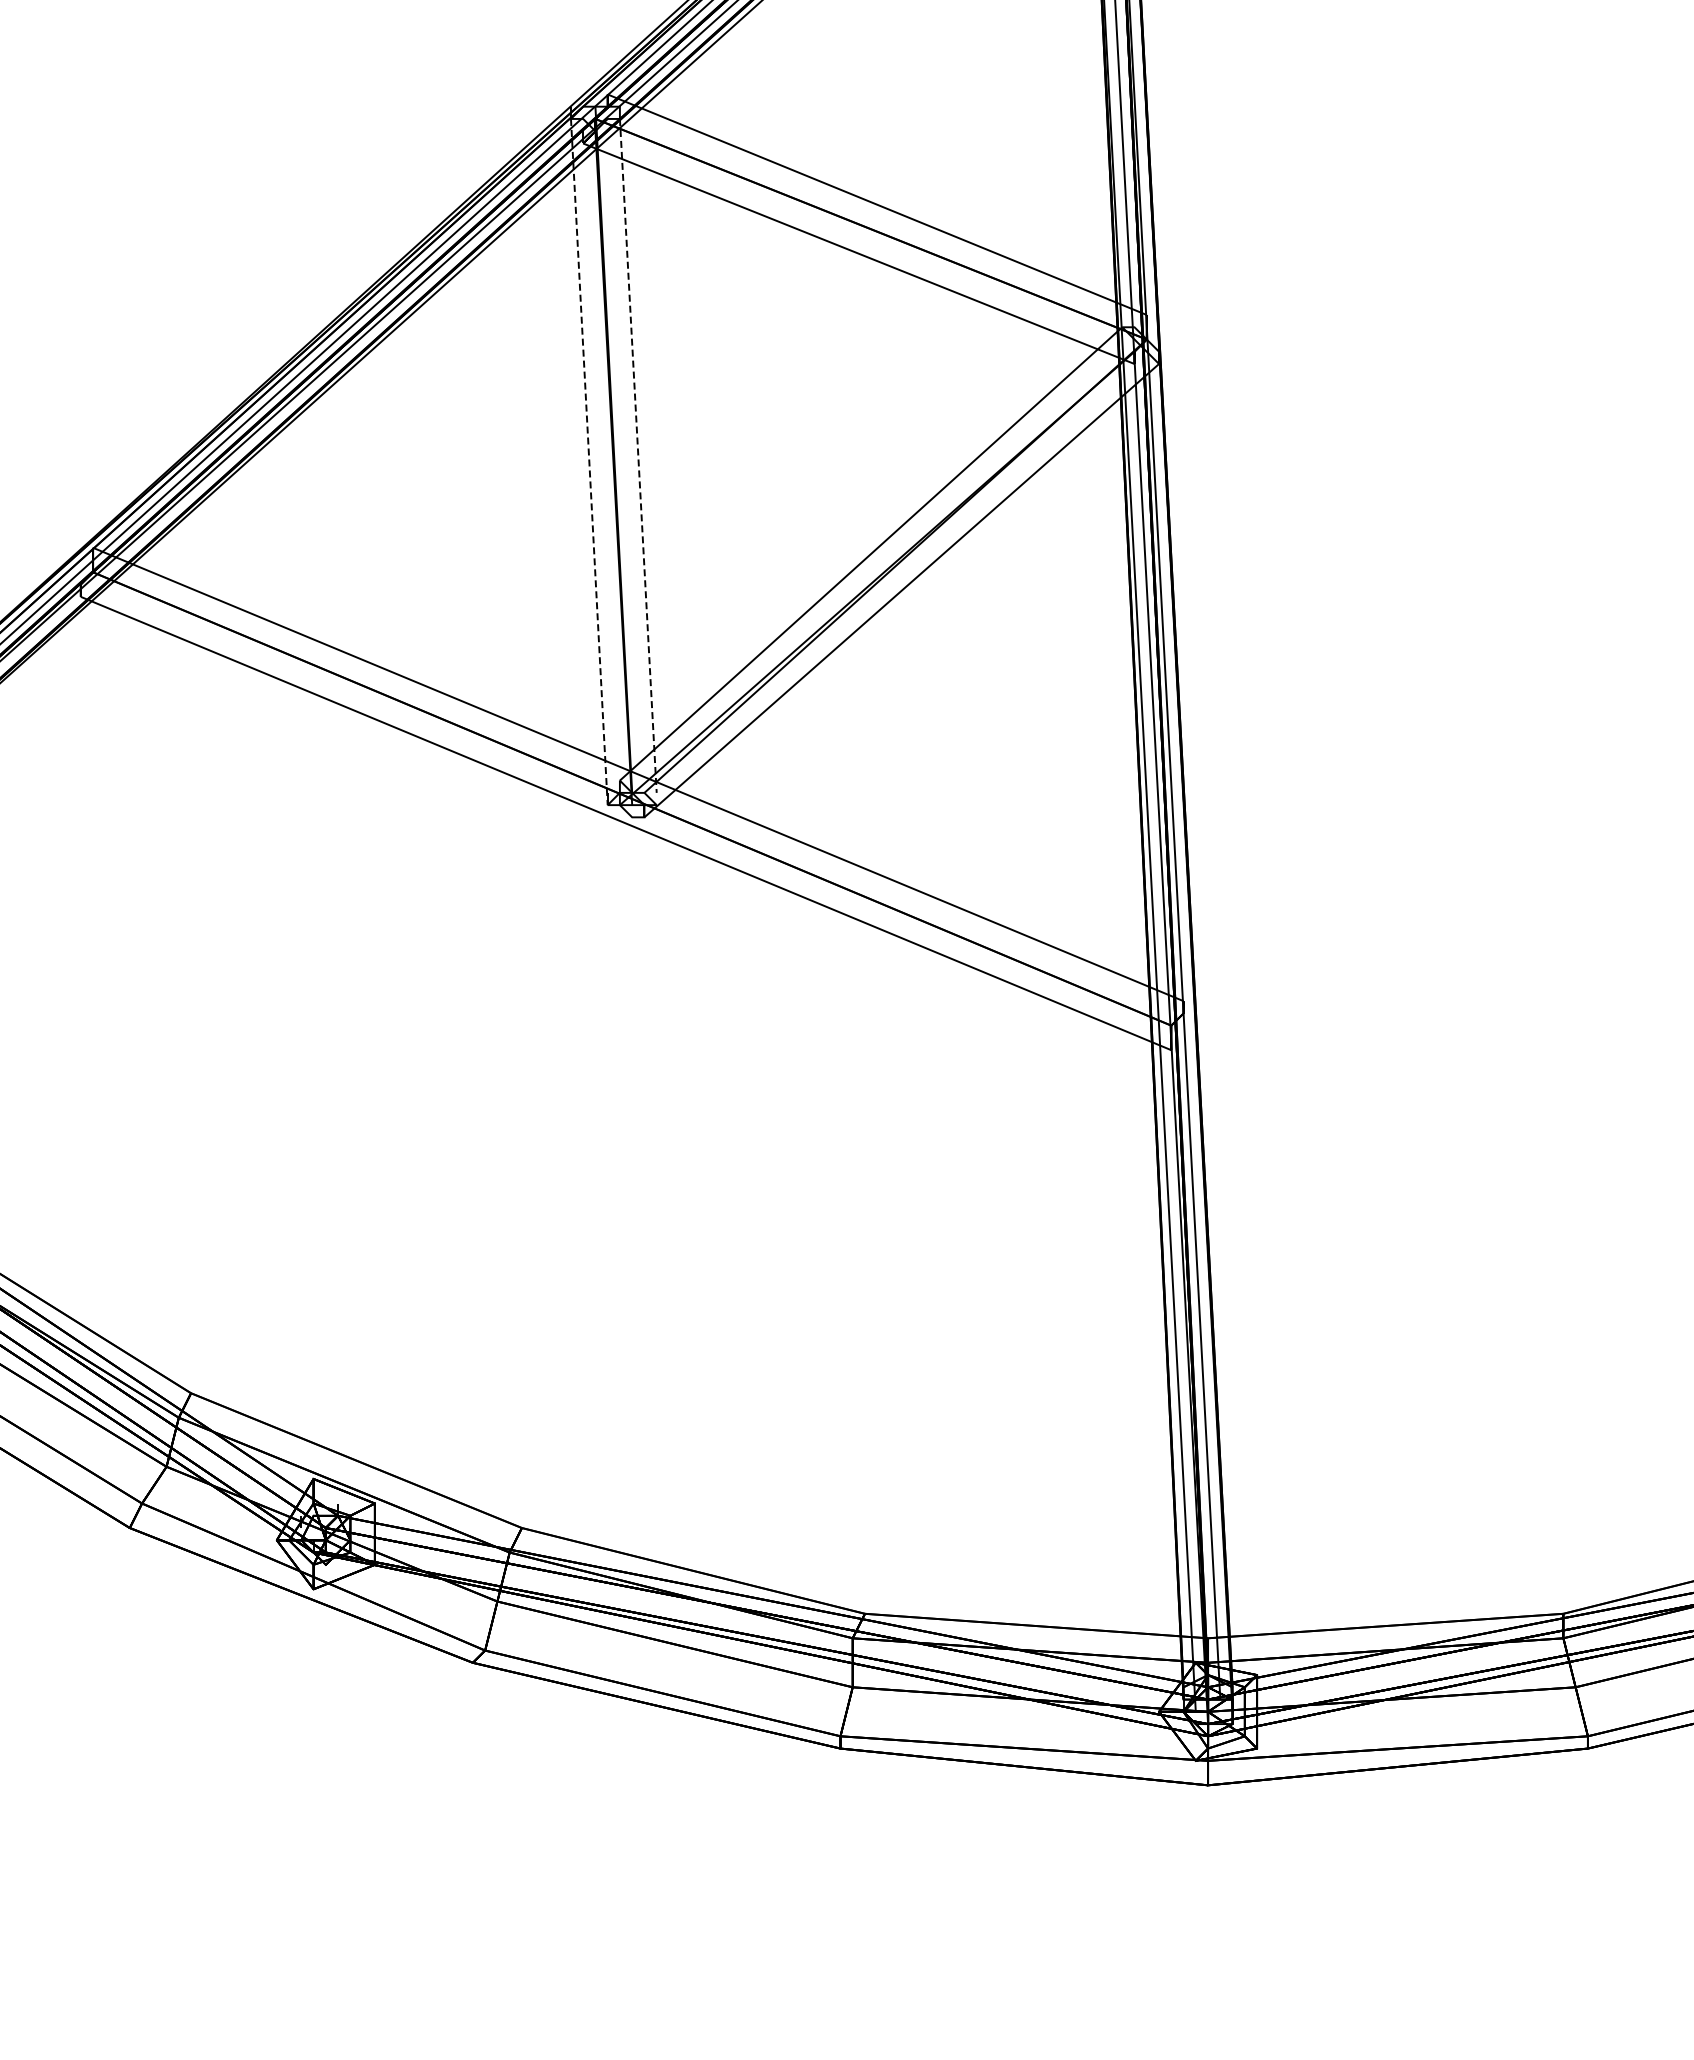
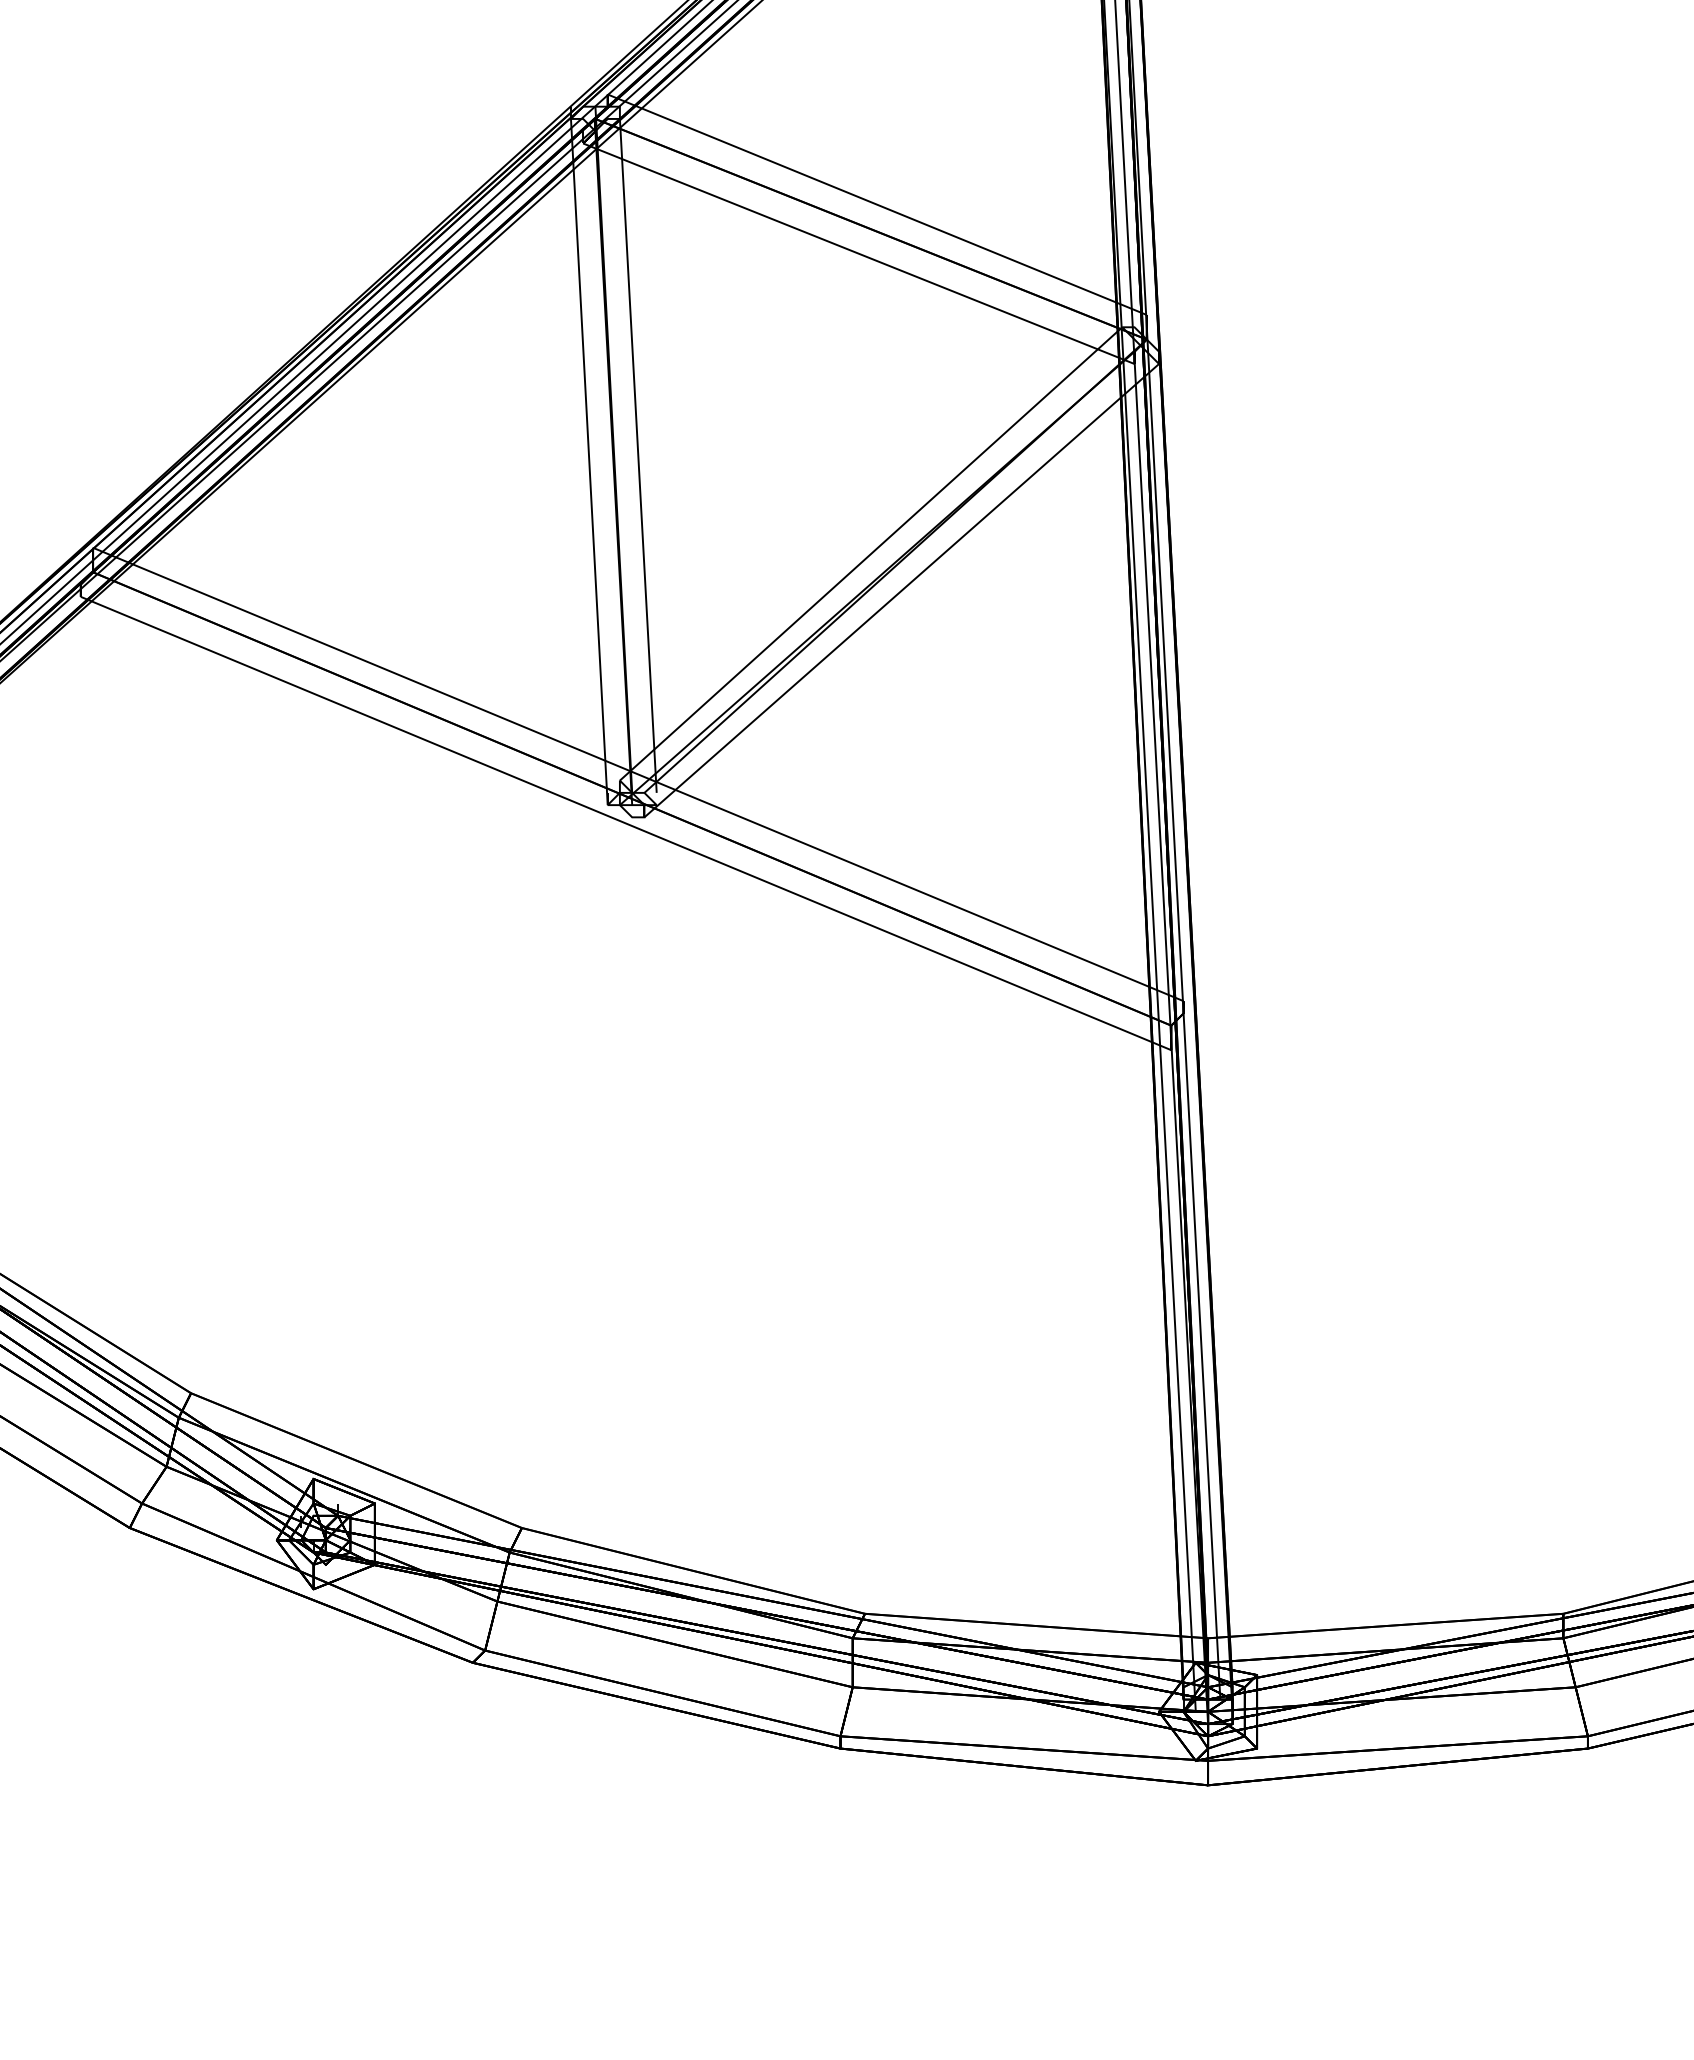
line at (638, 456): dashed -> solid
line at (589, 462): dashed -> solid
